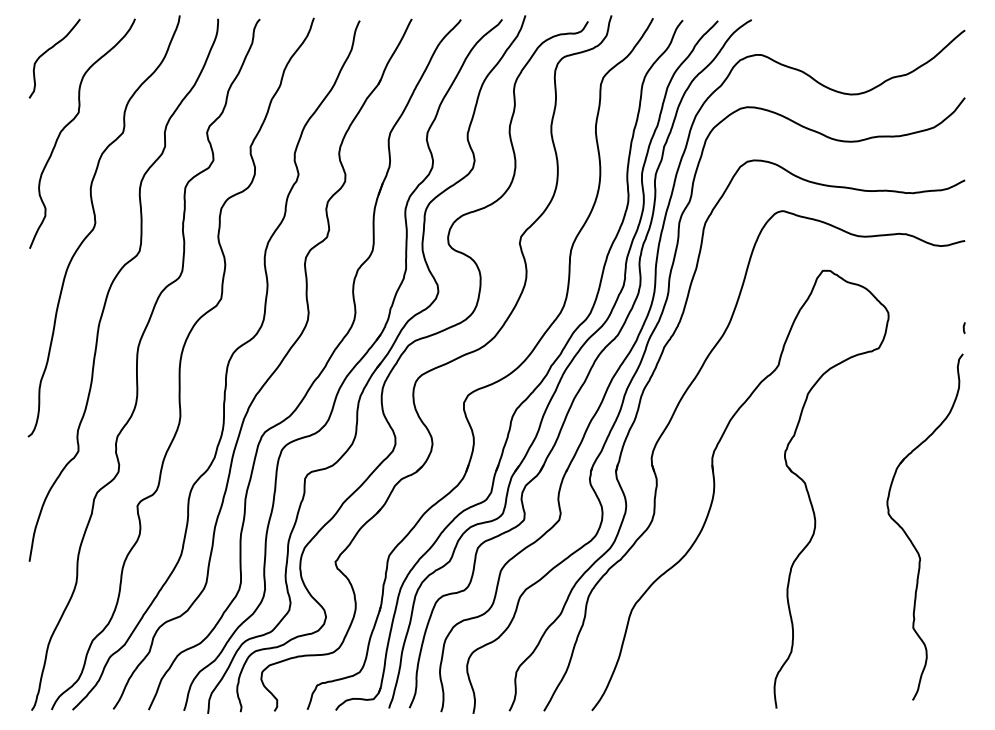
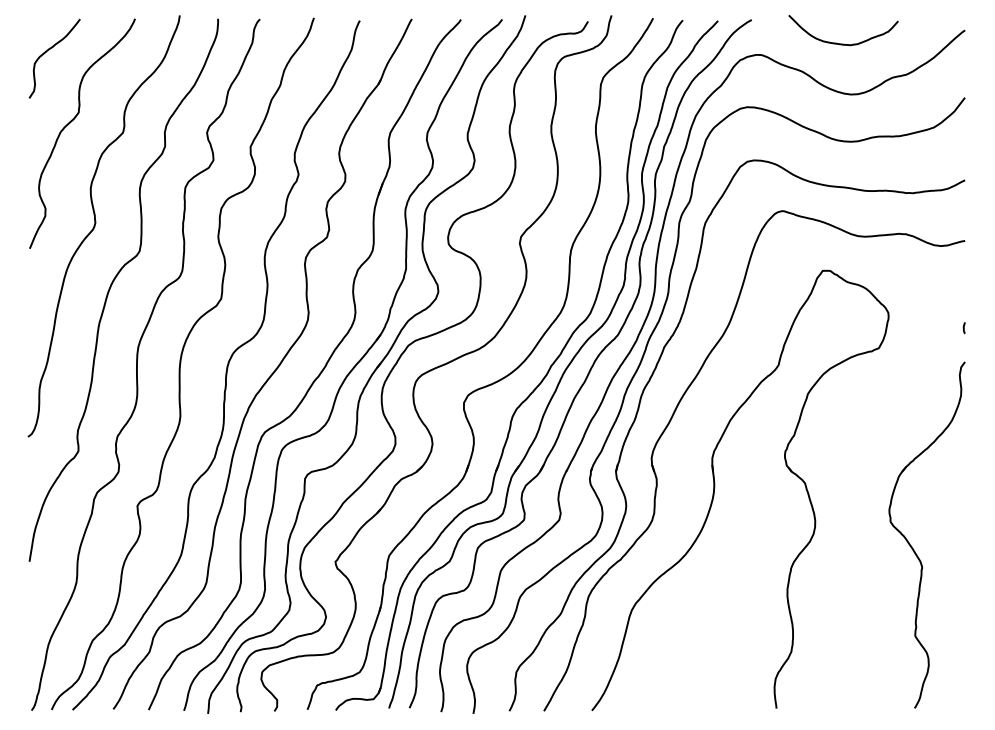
curve at (843, 43): none -> present
part at (908, 535) position: (908, 535) -> (910, 543)
